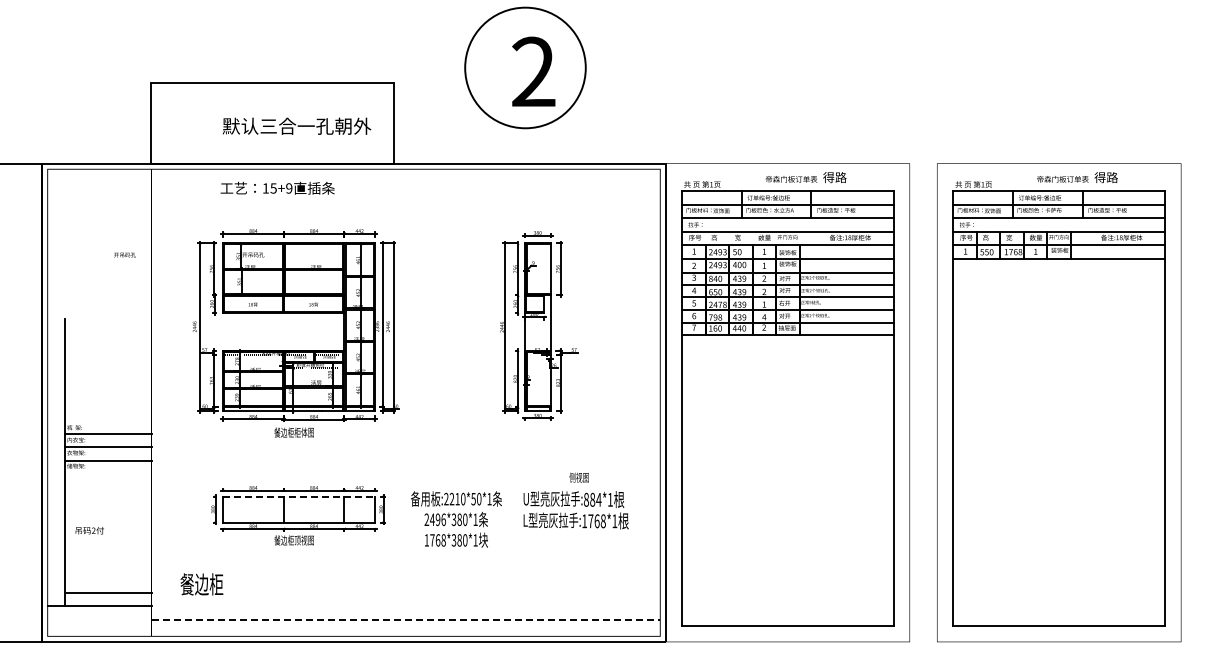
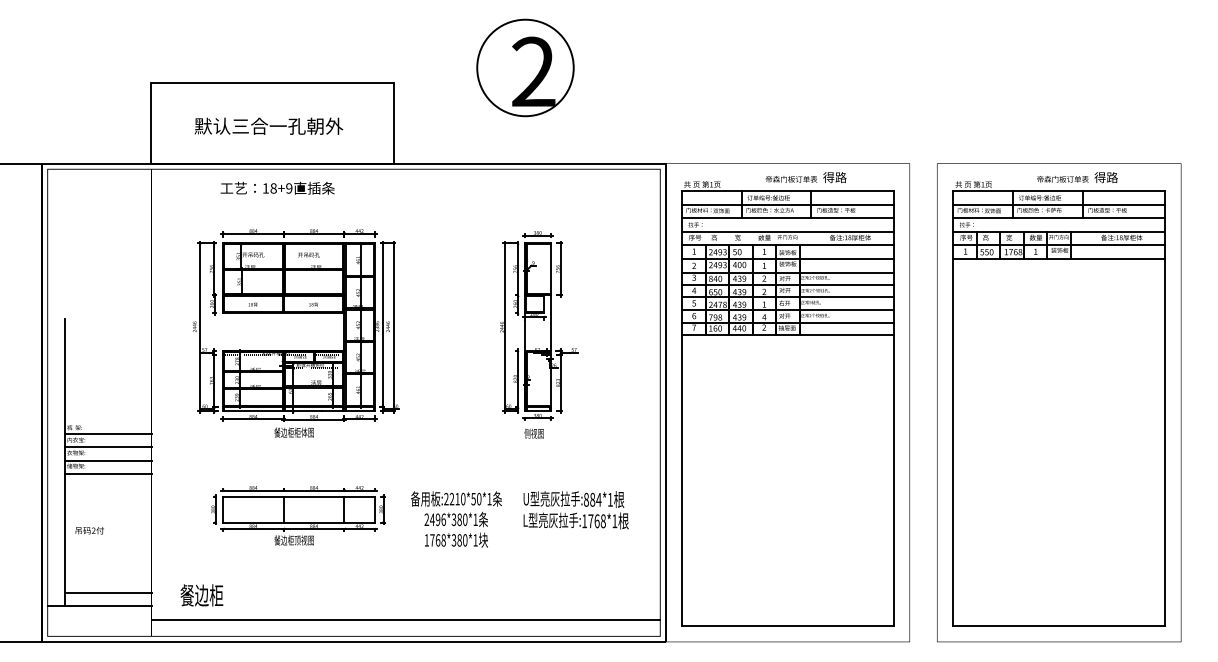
circle at (525, 67) diameter: 121 px -> 96 px
text at (296, 125) position: (296, 125) -> (268, 125)
text at (273, 188): 15+9 -> 18+9
text at (124, 254) position: (124, 254) -> (308, 254)
line at (107, 473): none -> present
text at (578, 477) position: (578, 477) -> (533, 433)
line at (298, 496): dashed -> solid
text at (201, 584) position: (201, 584) -> (201, 595)
line at (406, 619): dashed -> solid
